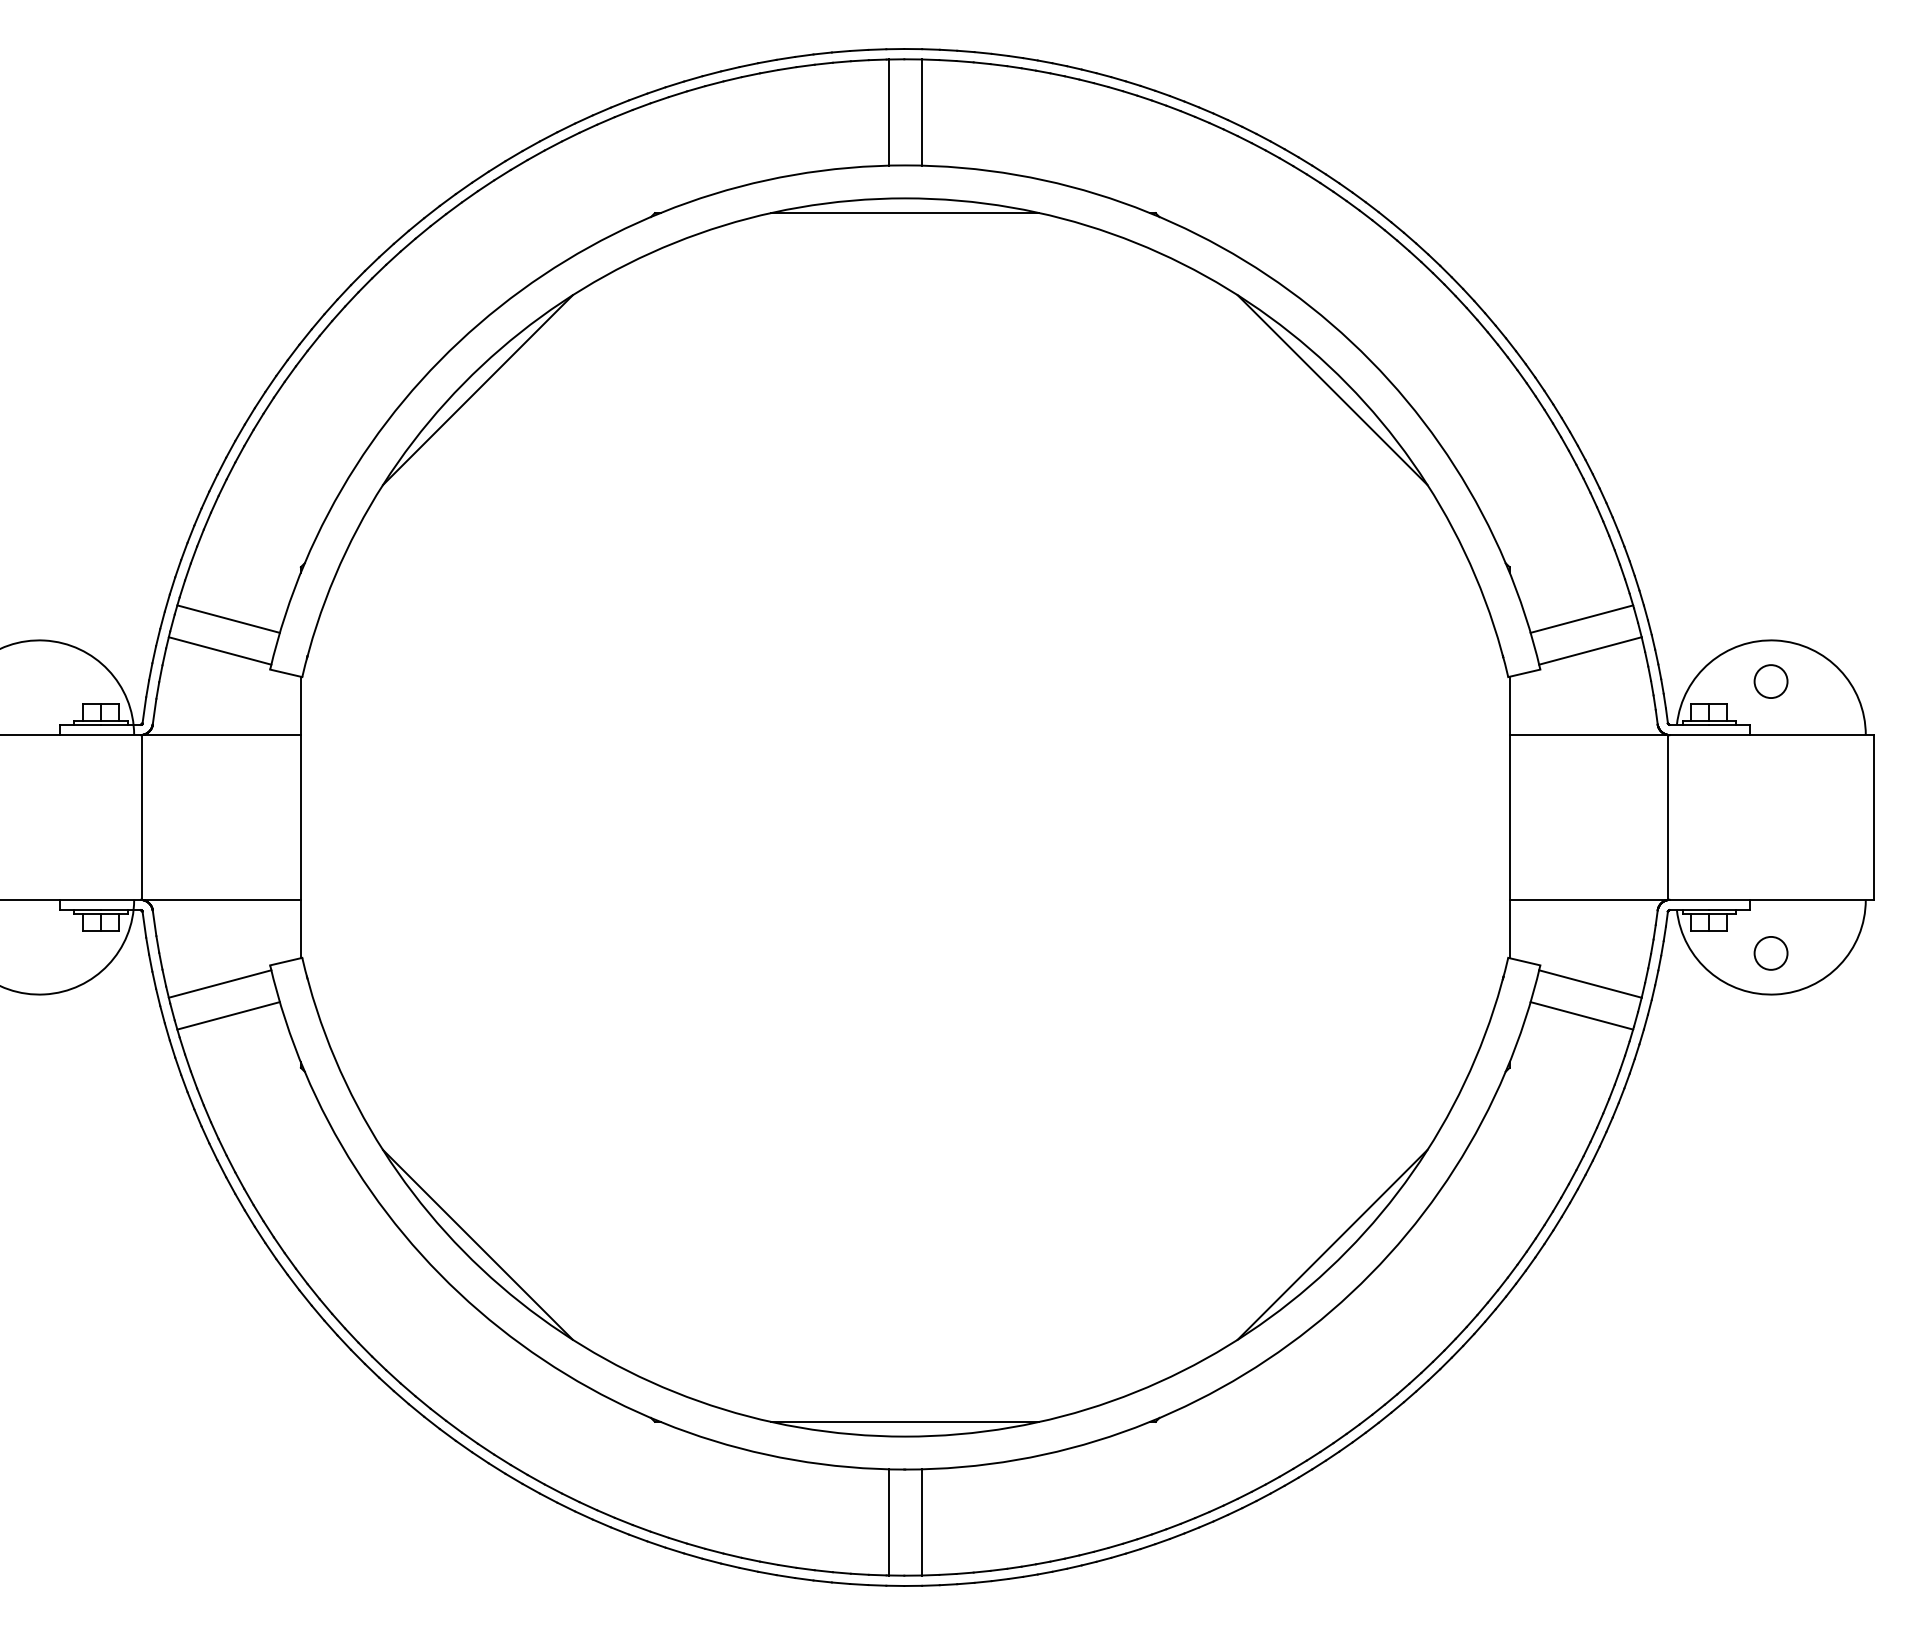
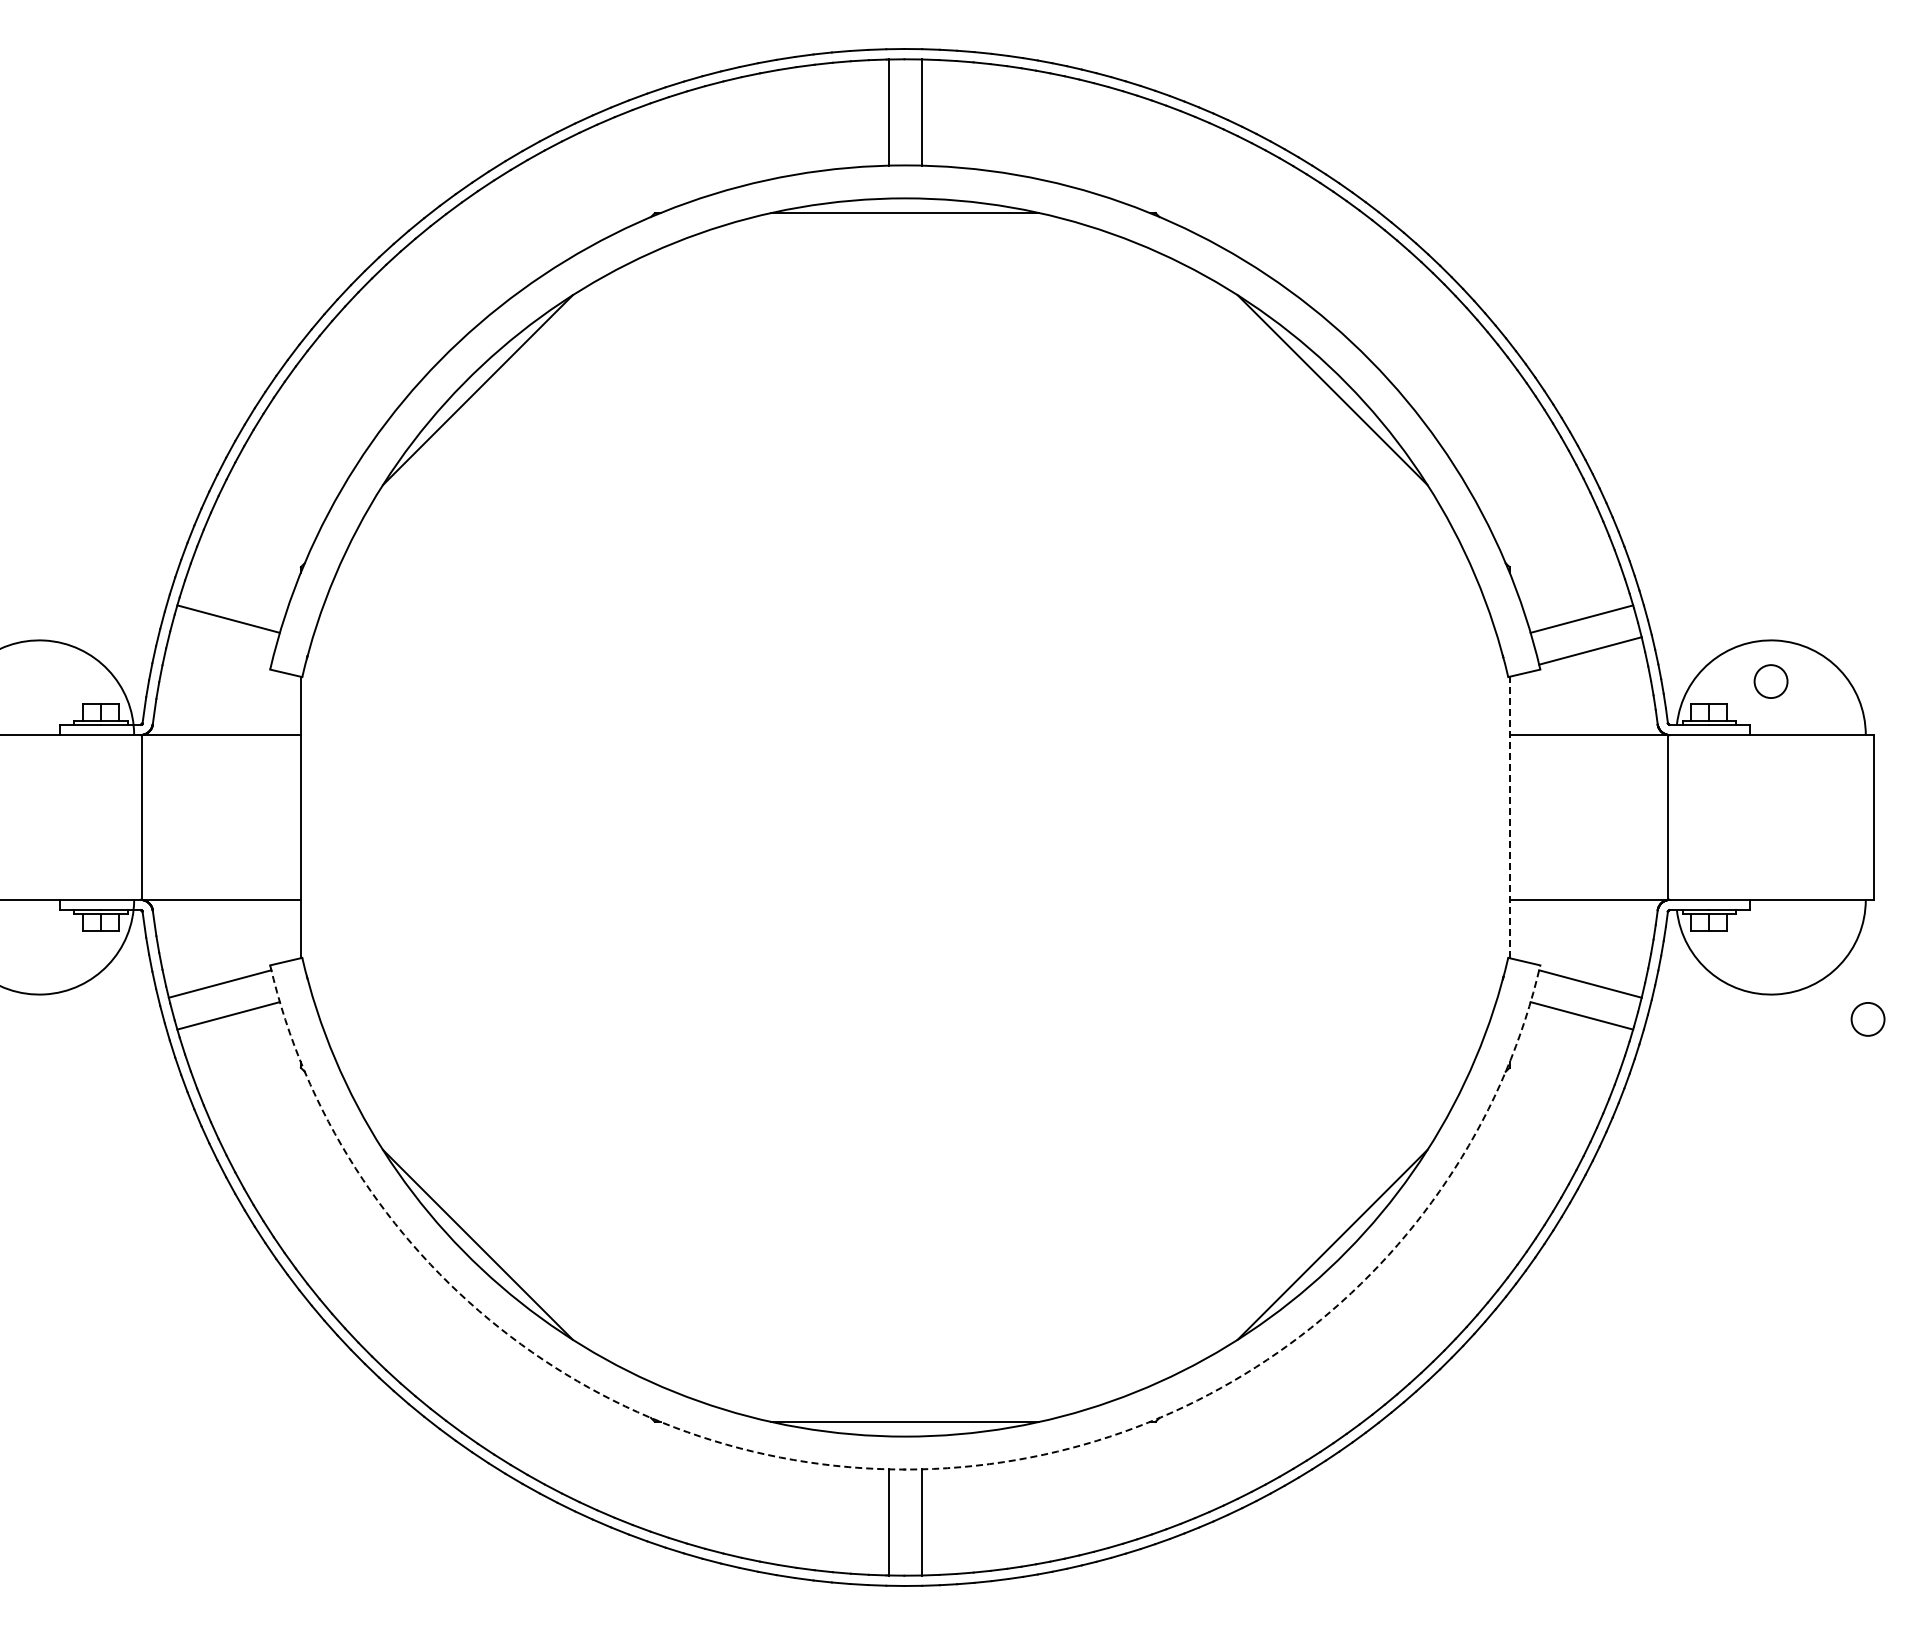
line at (219, 650): present -> none
line at (1509, 817): solid -> dashed
circle at (1770, 953) position: (1770, 953) -> (1867, 1019)
arc at (905, 1469): solid -> dashed
